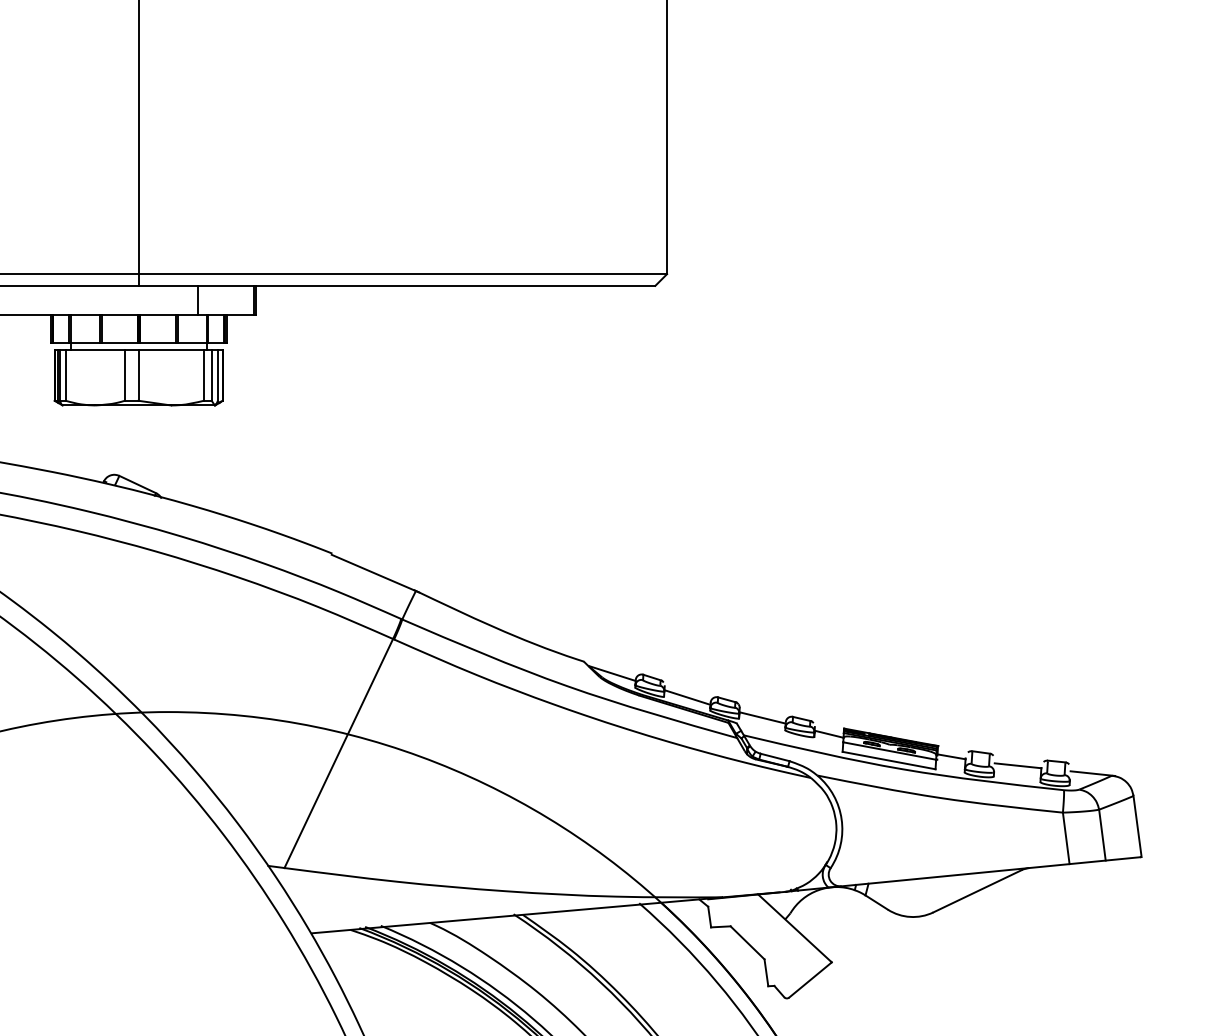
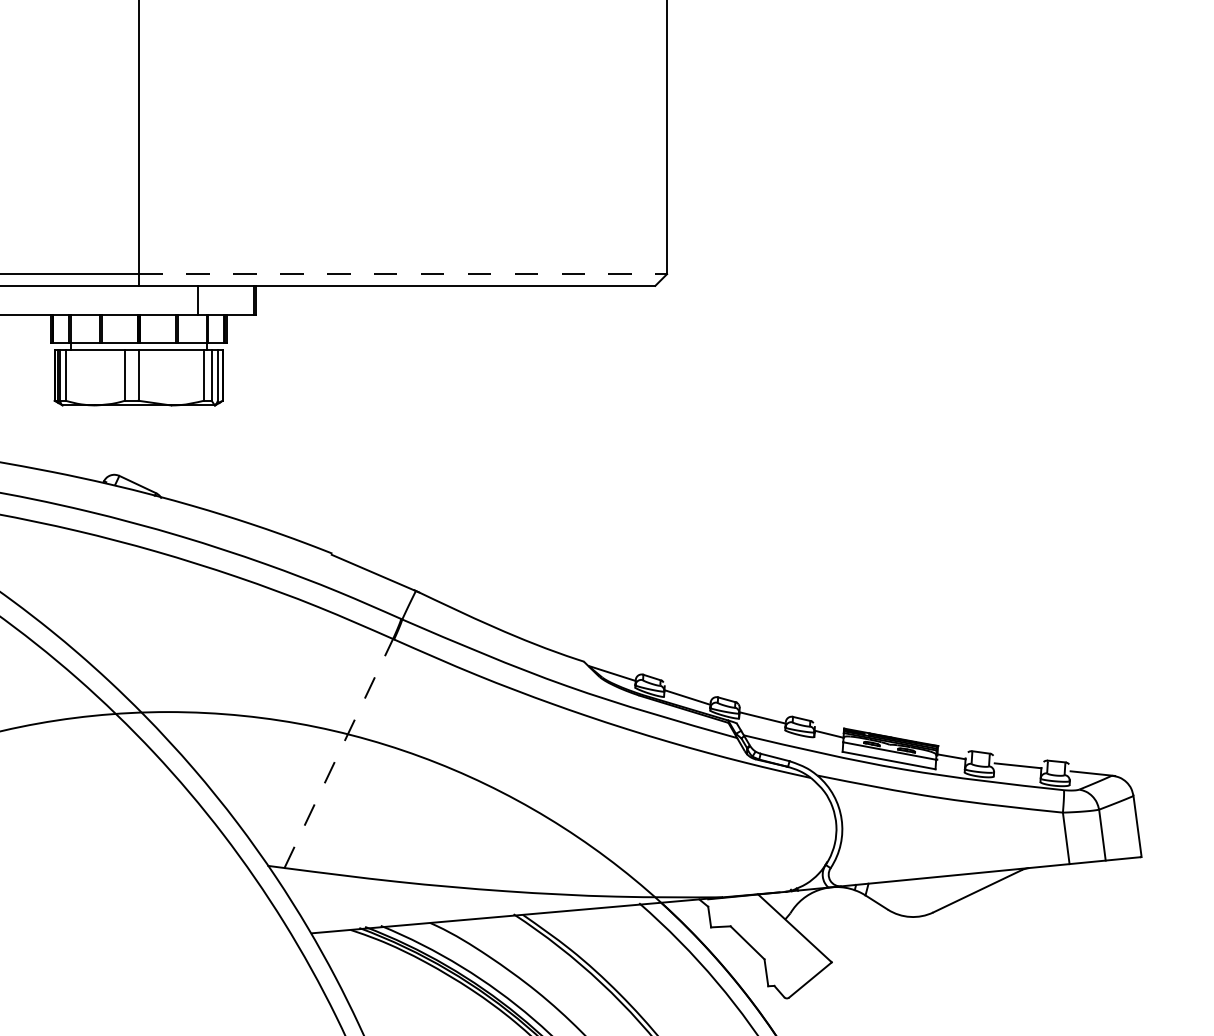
line at (403, 274): solid -> dashed
line at (338, 753): solid -> dashed
